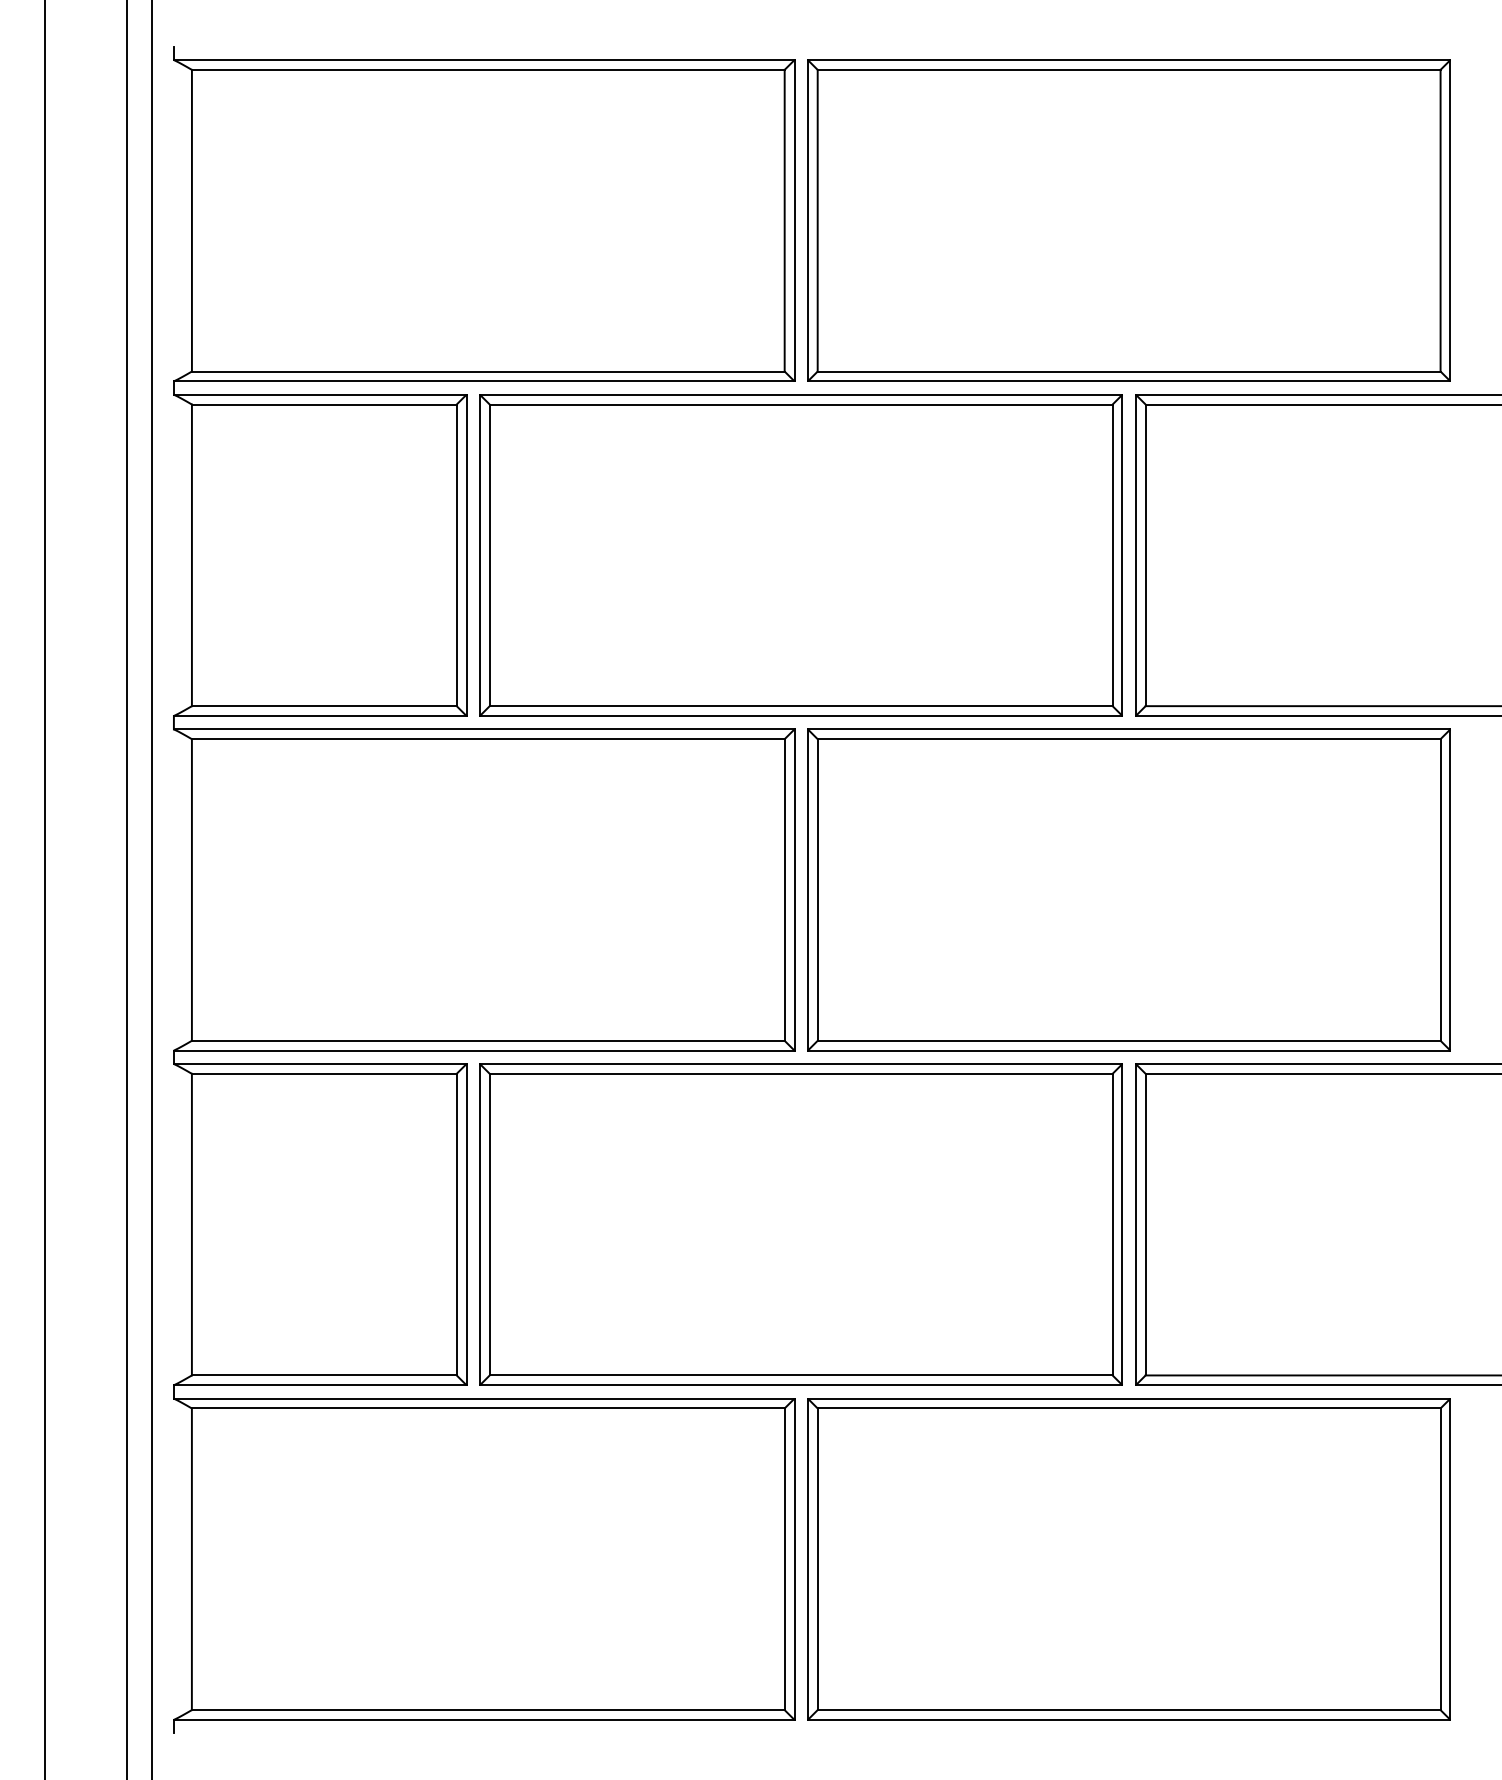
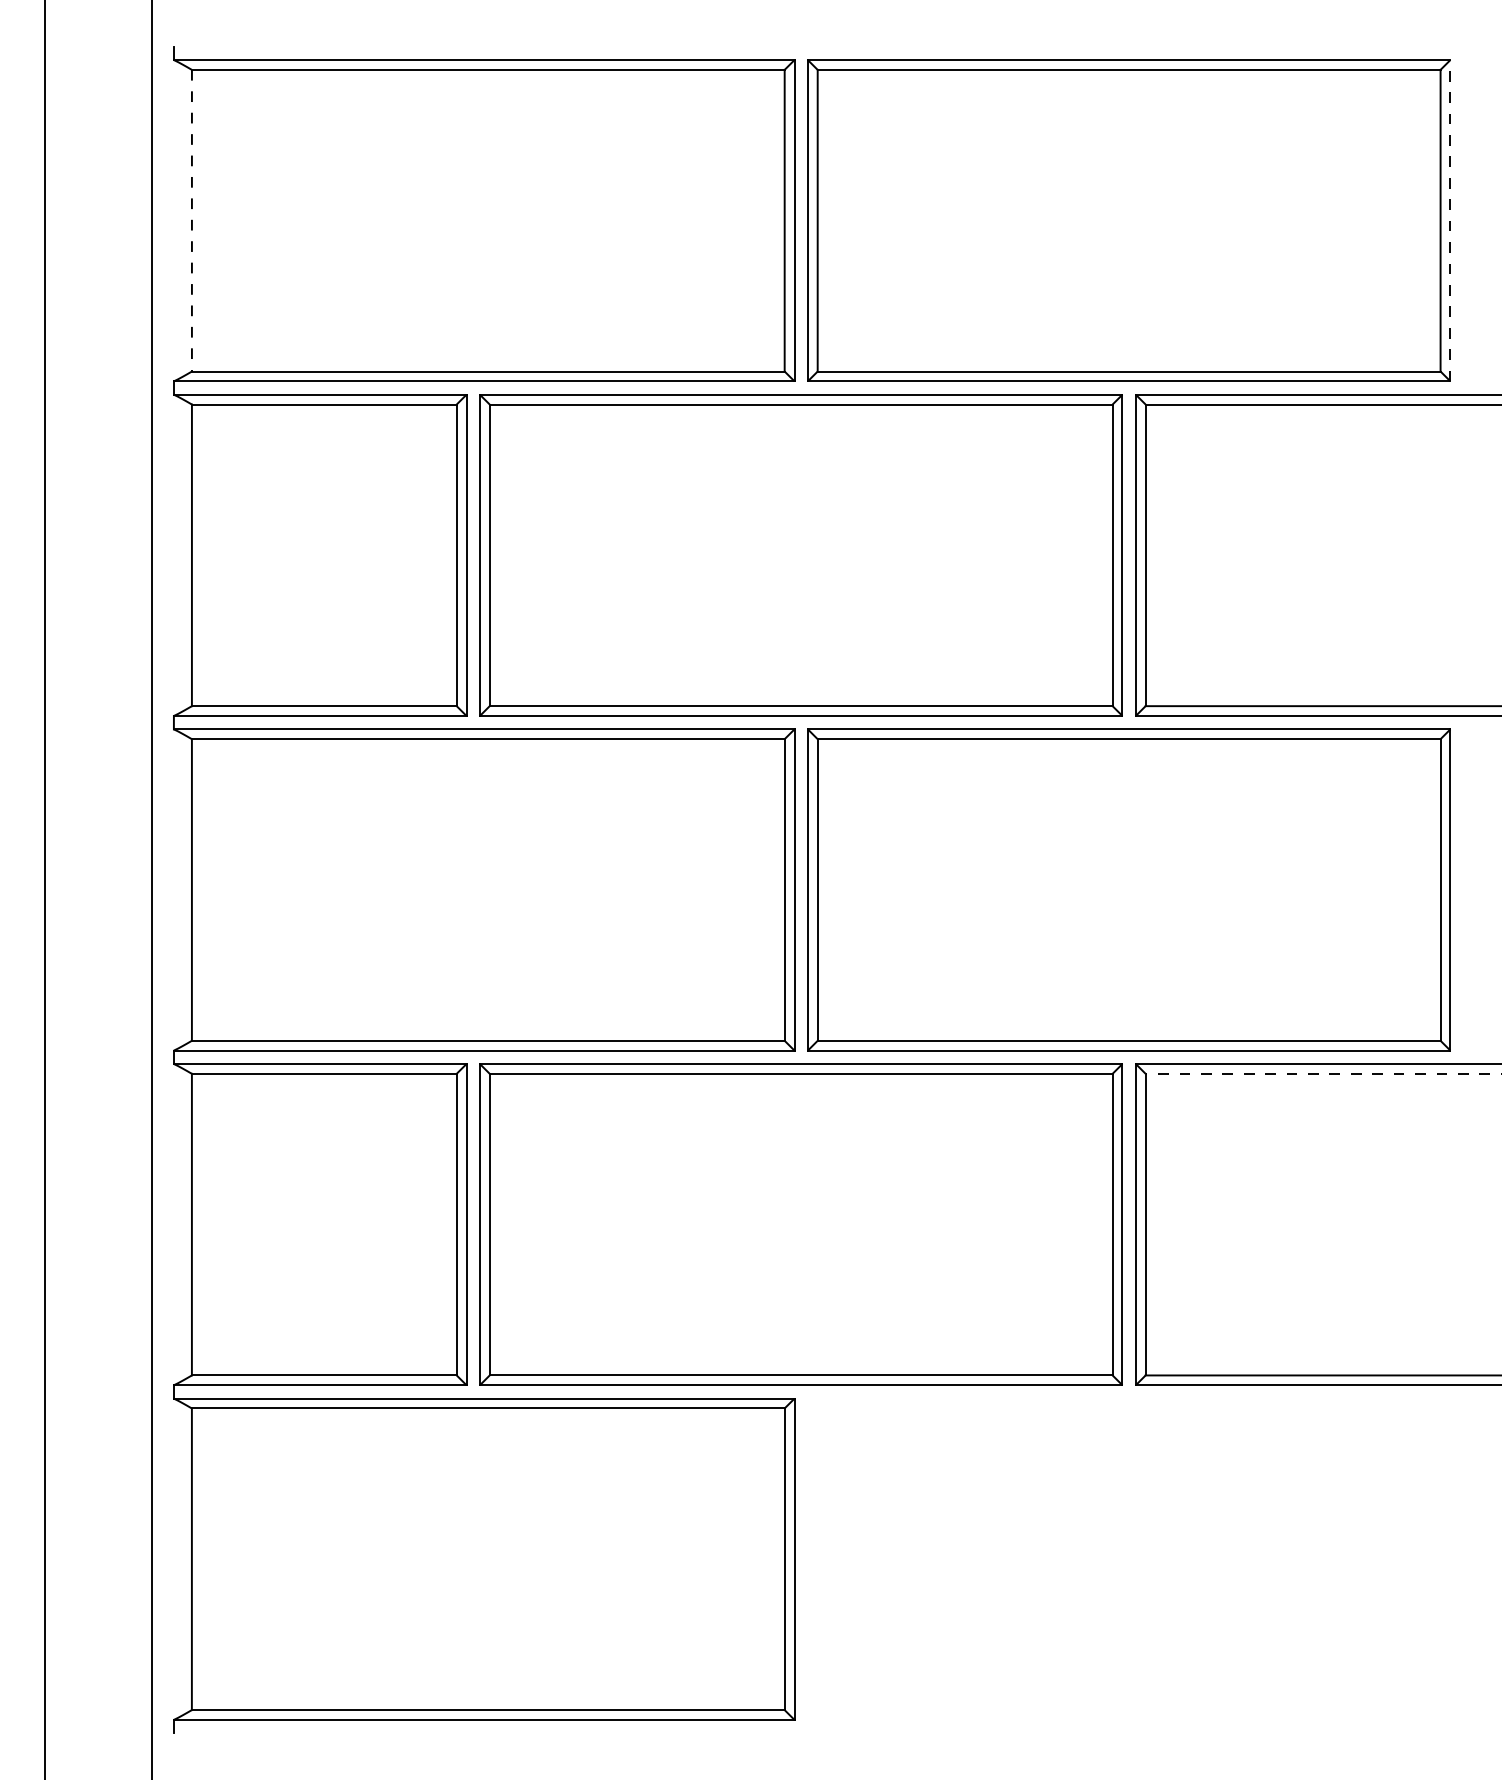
line at (191, 220): solid -> dashed
line at (1450, 220): solid -> dashed
line at (126, 889): present -> none
line at (1323, 1073): solid -> dashed
part at (1128, 1559): present -> none
